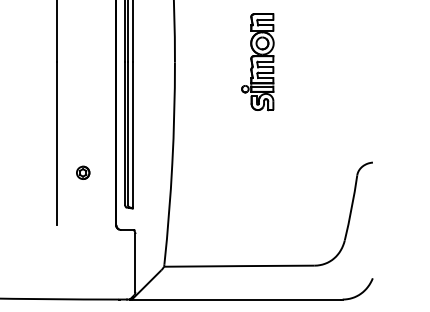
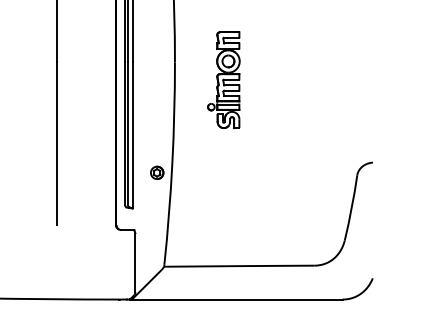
part at (257, 62) position: (257, 62) -> (223, 80)
part at (83, 172) position: (83, 172) -> (157, 172)
